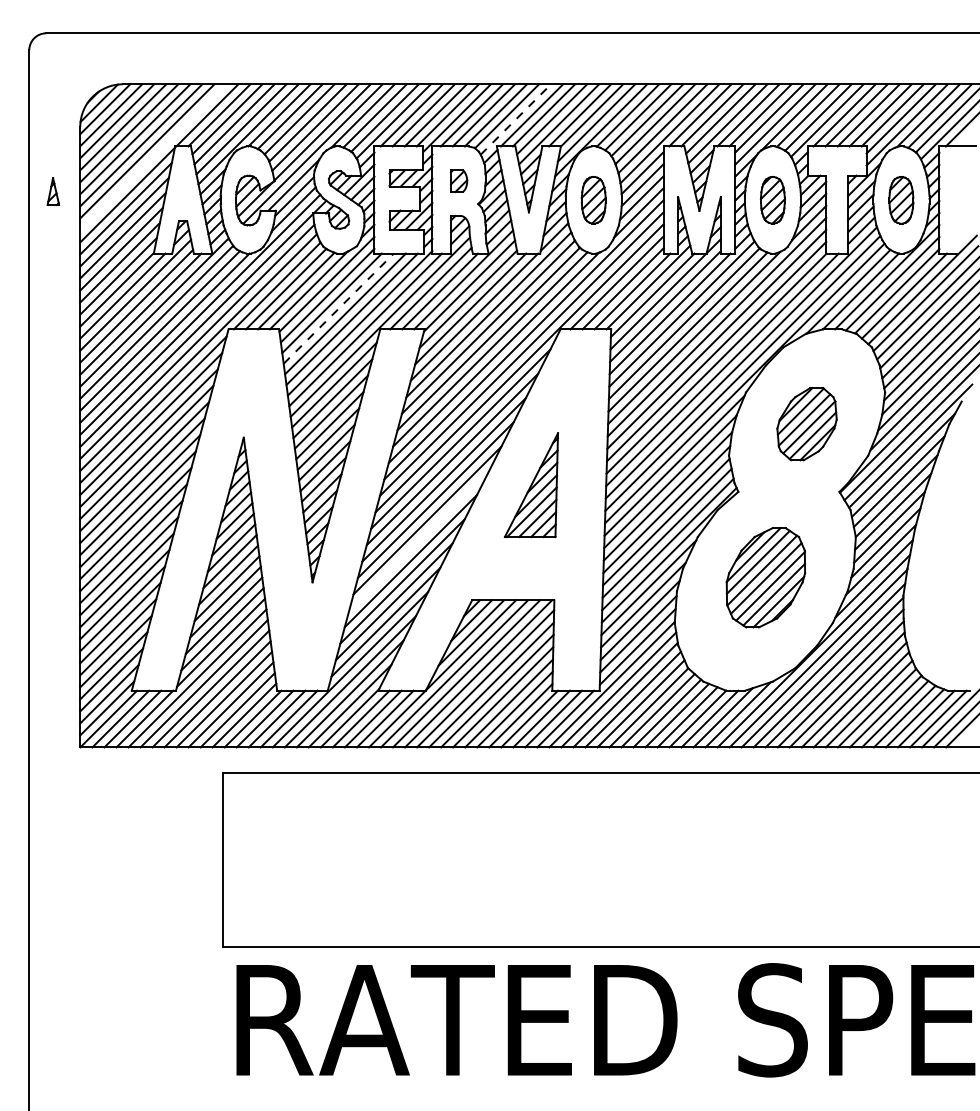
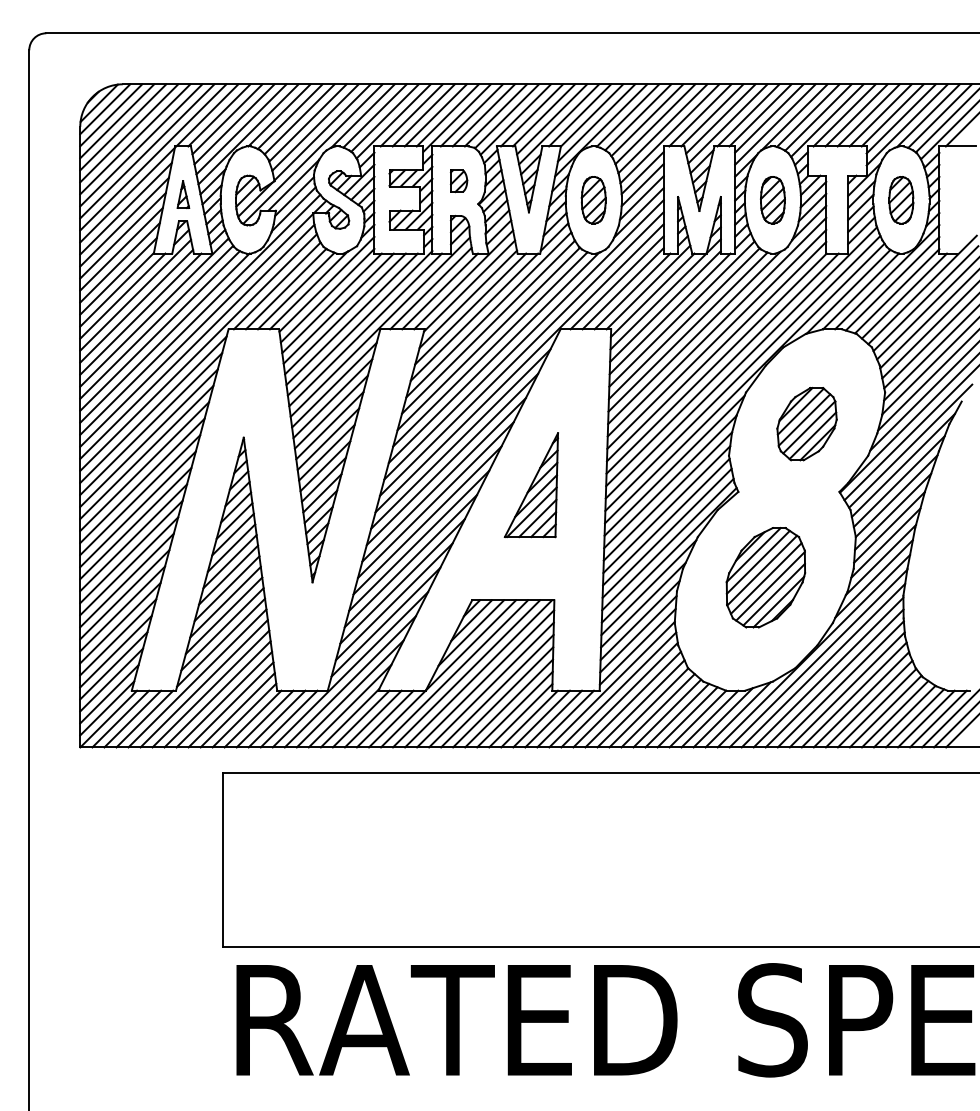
line at (515, 119): dashed -> solid
line at (153, 157): none -> present
part at (53, 191) position: (53, 191) -> (183, 194)
line at (338, 308): dashed -> solid
line at (419, 540): none -> present
